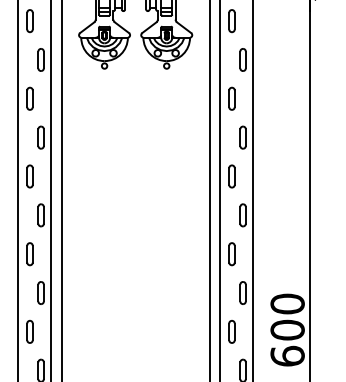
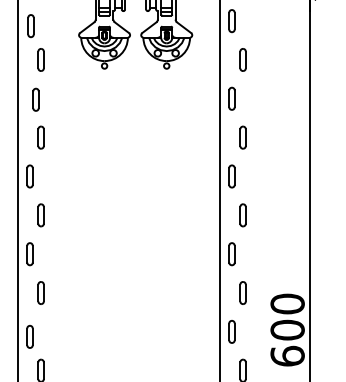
part at (29, 21) position: (29, 21) -> (30, 26)
part at (29, 98) position: (29, 98) -> (35, 99)
line at (51, 190): present -> none
line at (61, 190): present -> none
line at (209, 190): present -> none
line at (253, 190): present -> none
part at (29, 331) position: (29, 331) -> (29, 336)
